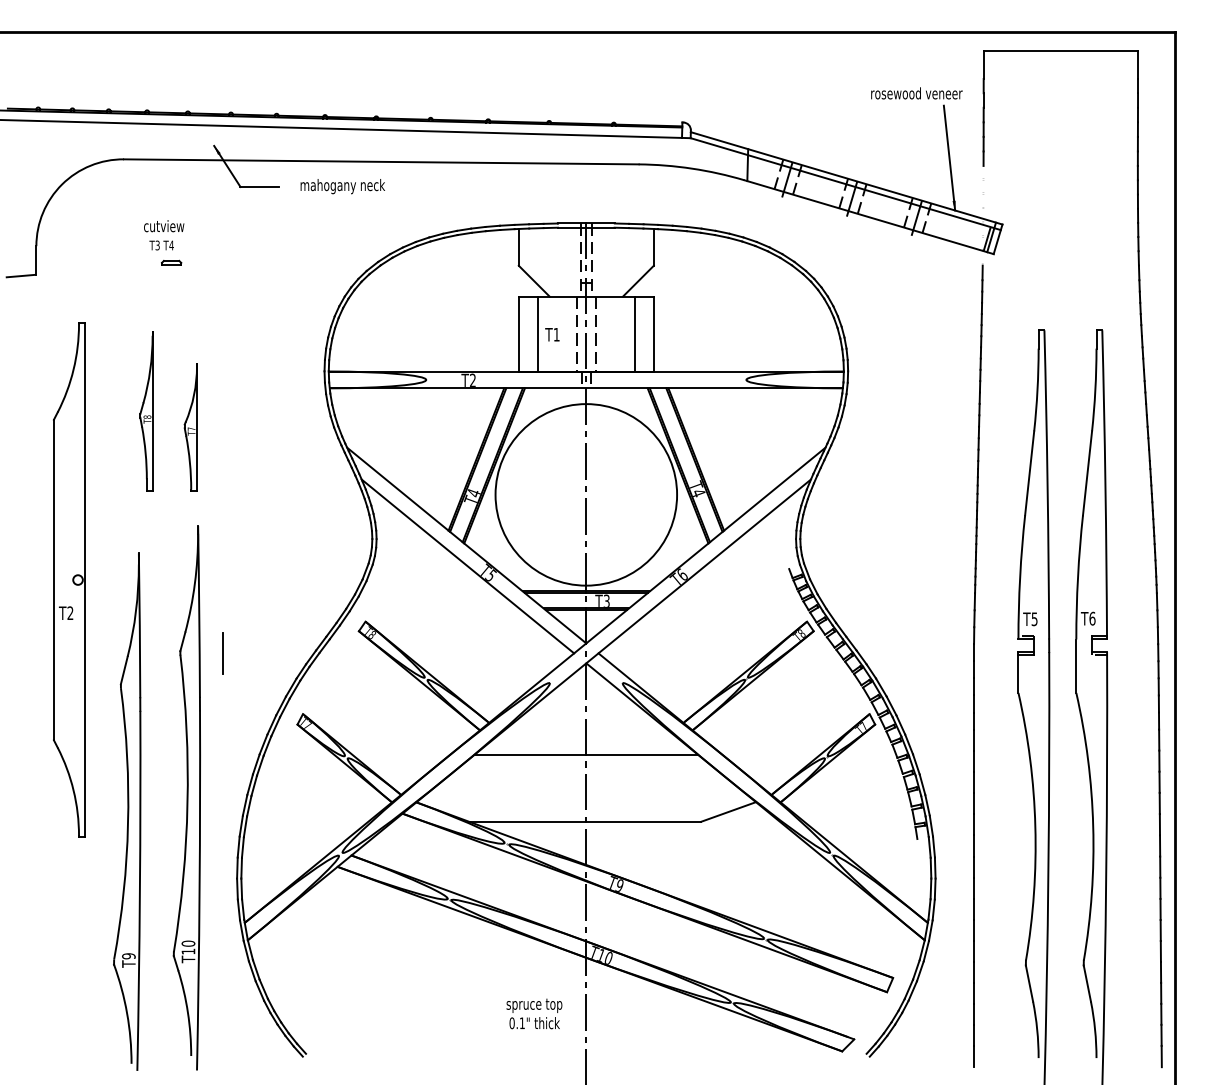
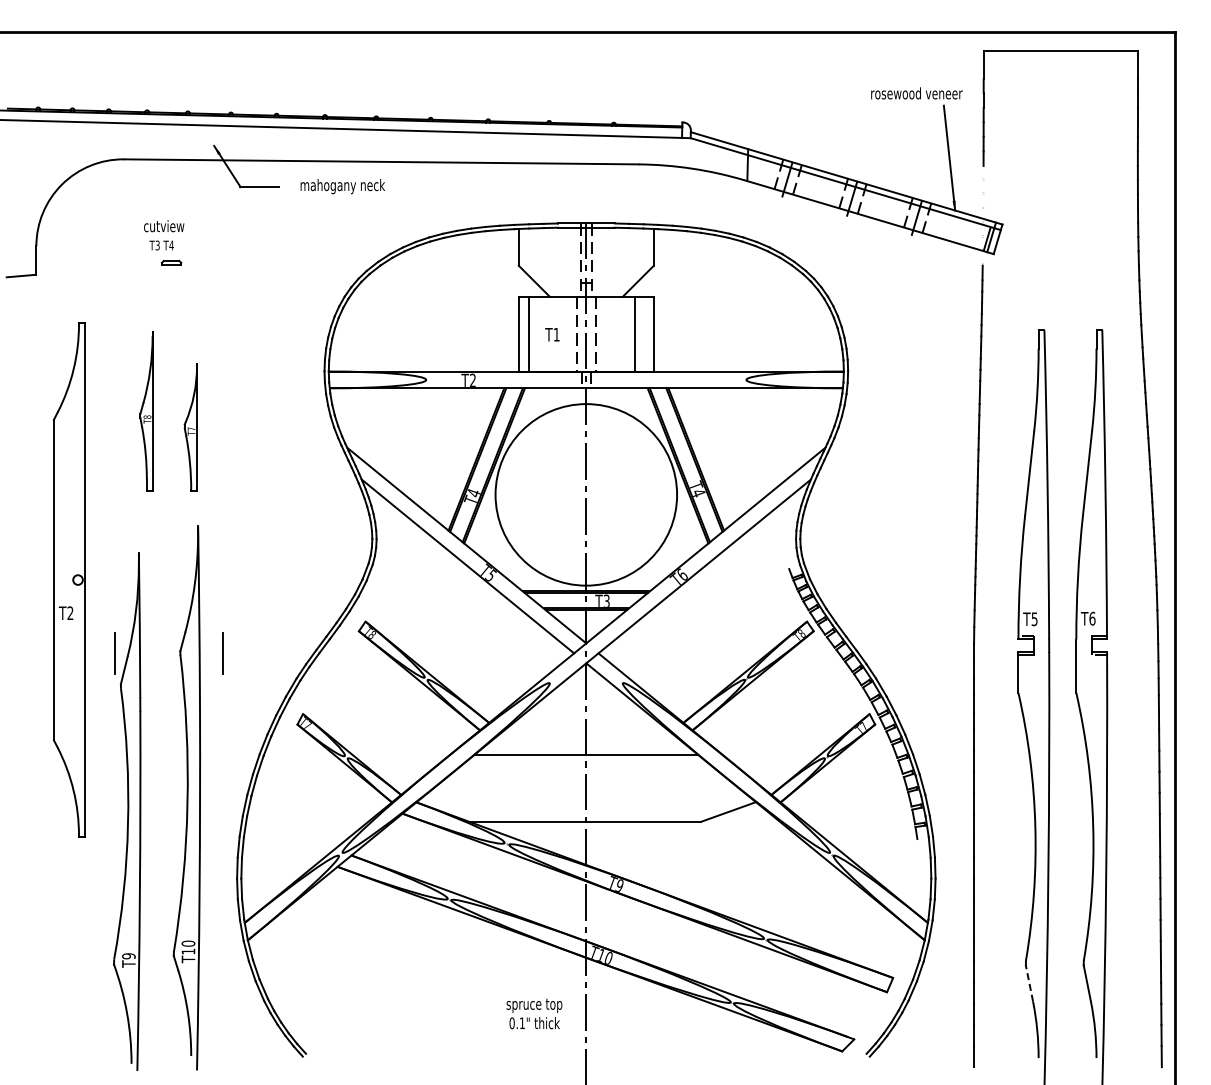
line at (538, 333) position: (538, 333) -> (529, 333)
line at (114, 653): none -> present
line at (1029, 983): solid -> dashed
